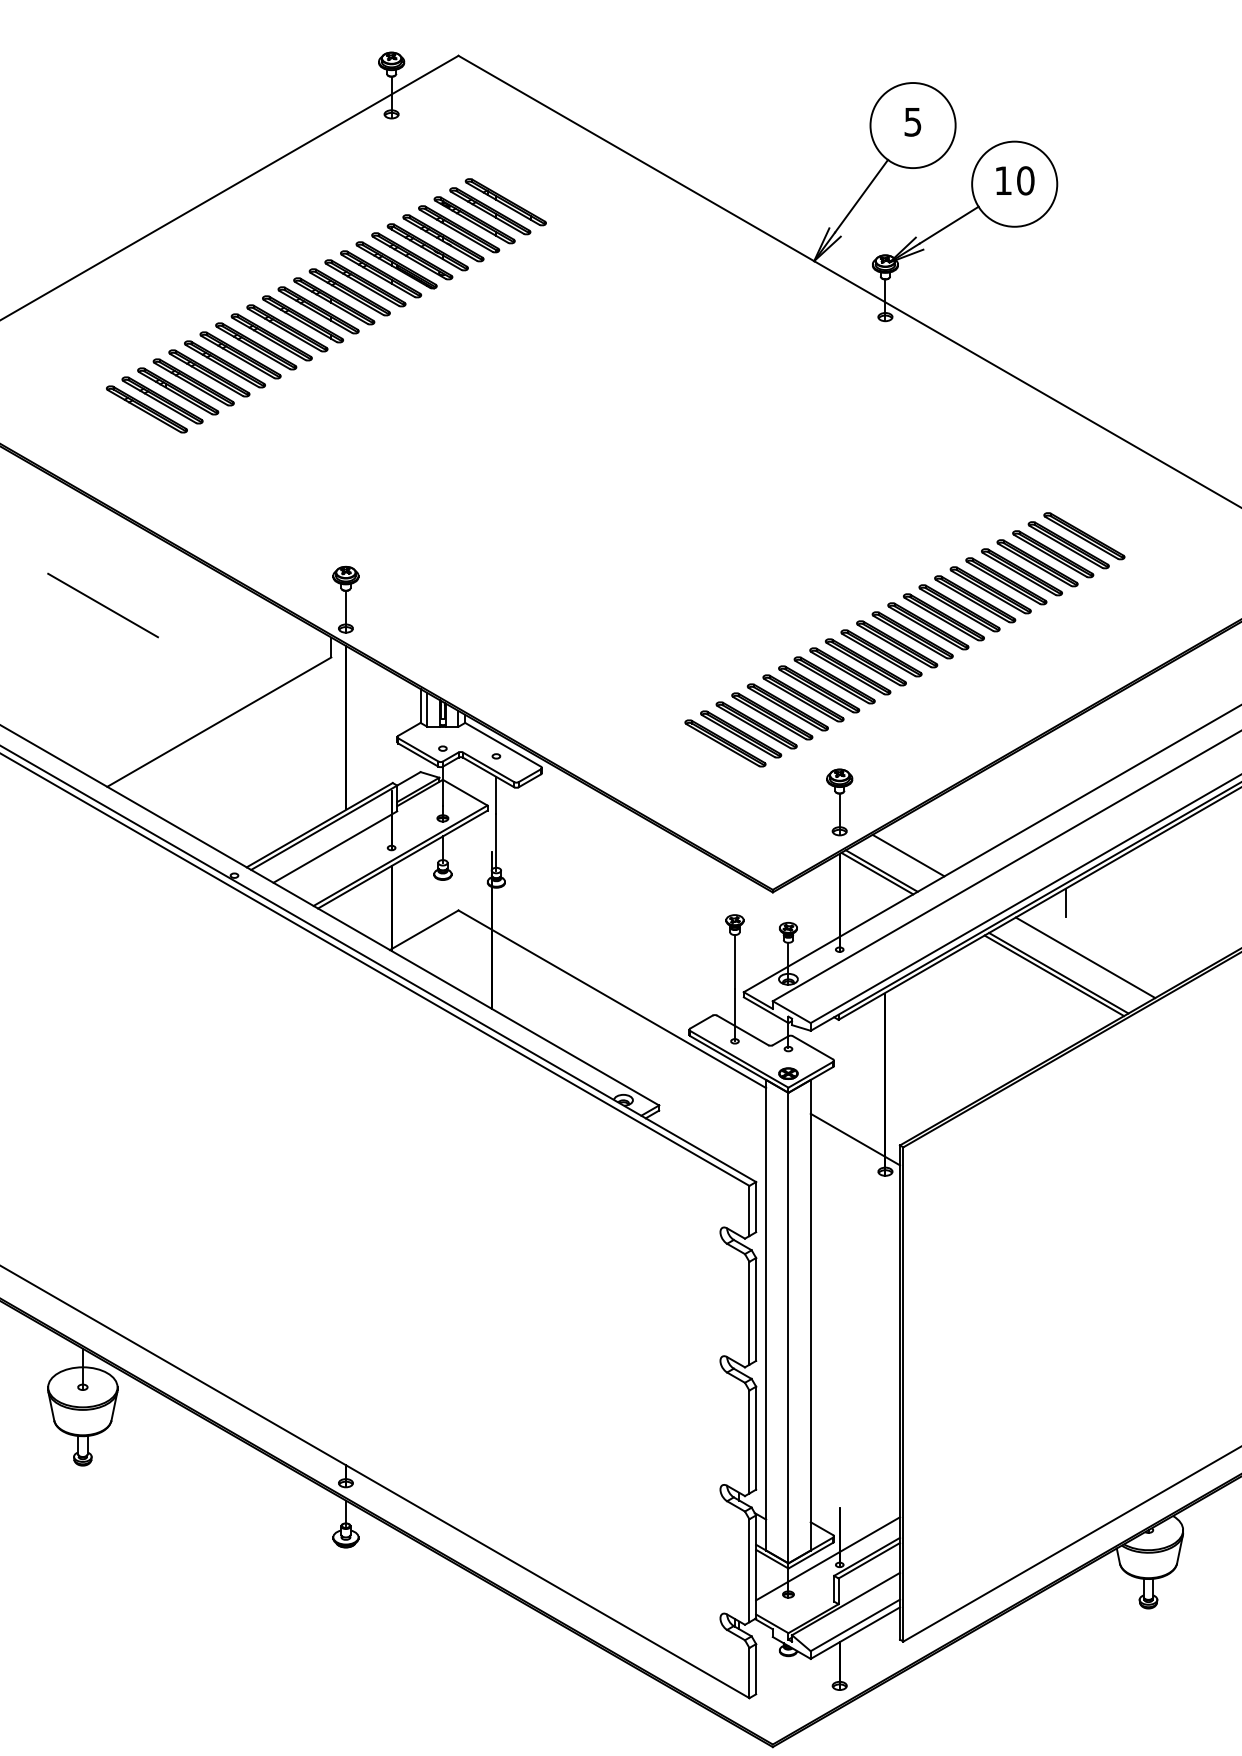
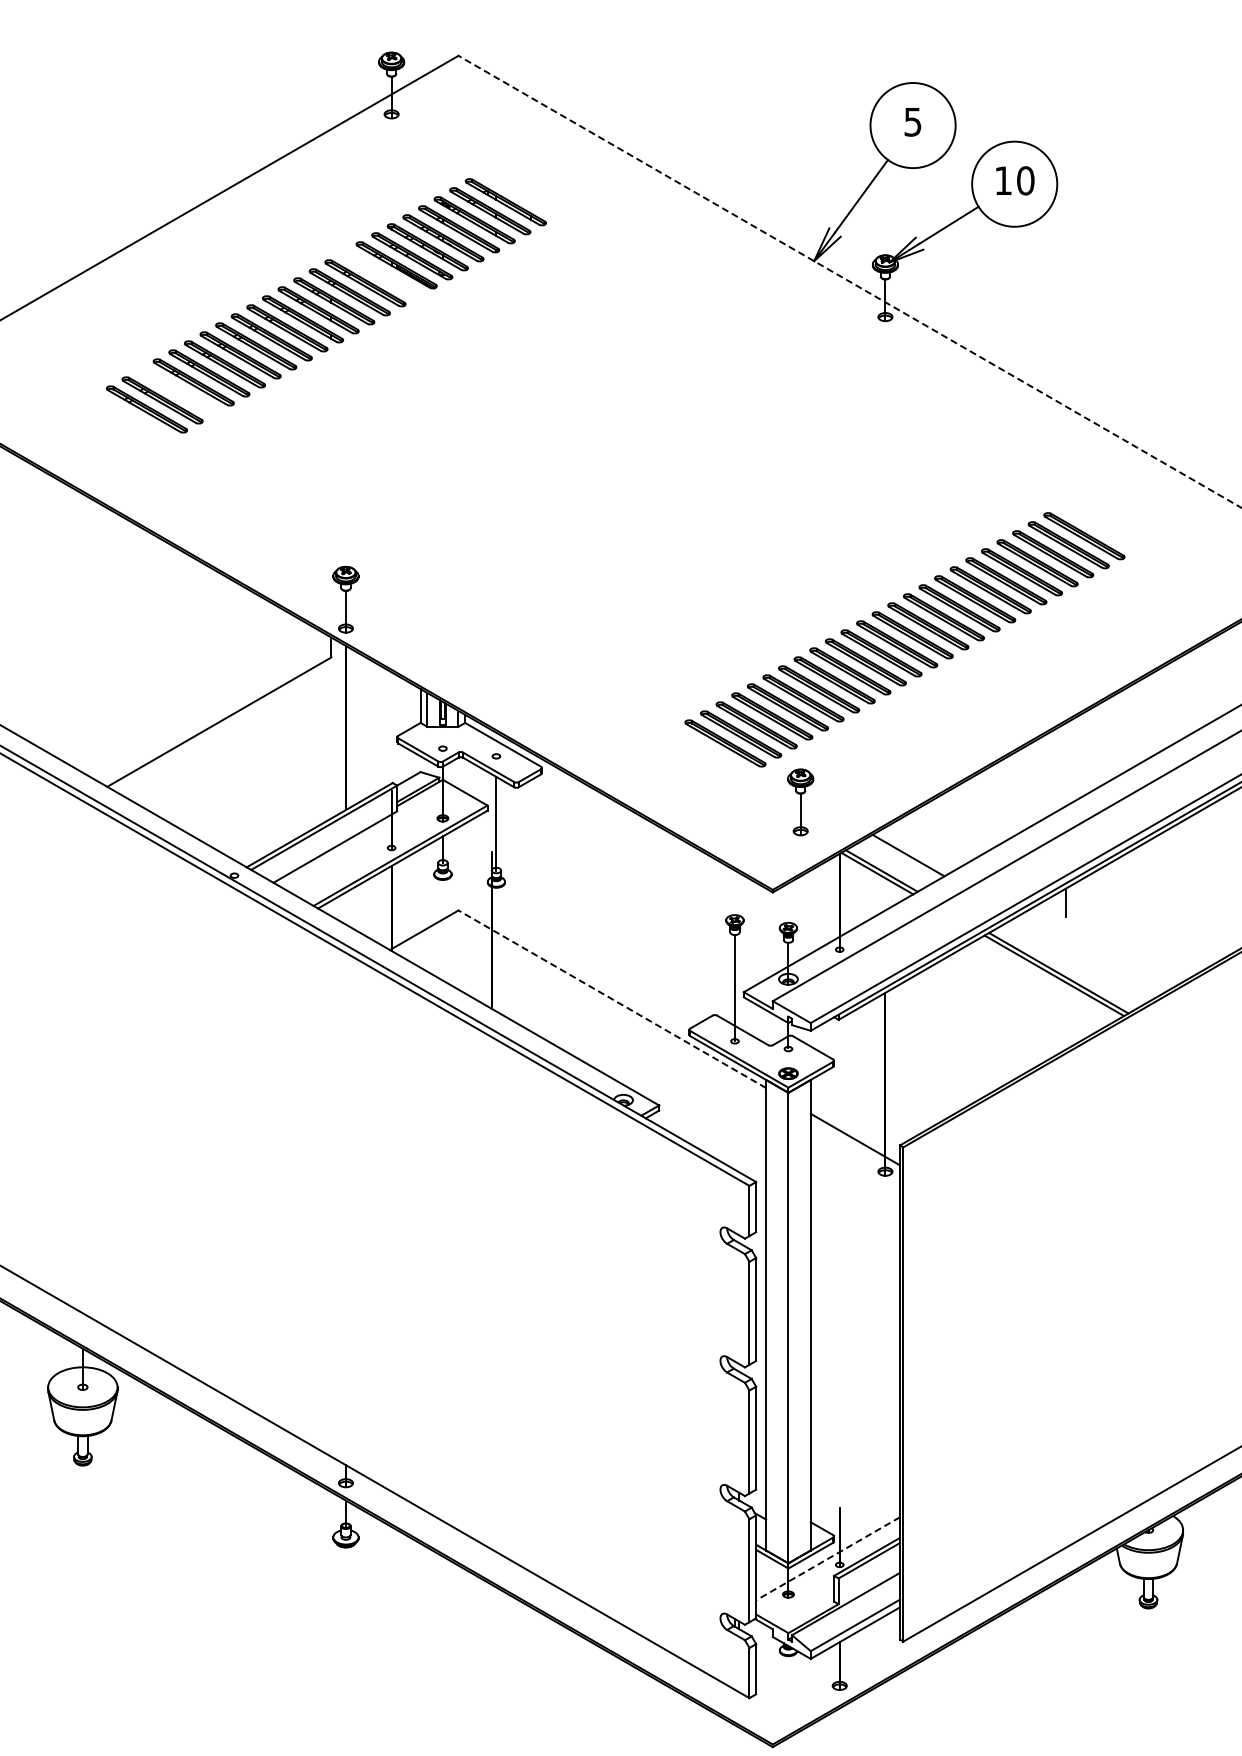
part at (381, 274): present -> none
line at (849, 281): solid -> dashed
part at (178, 391): present -> none
line at (103, 605): present -> none
part at (839, 802) position: (839, 802) -> (800, 802)
line at (1085, 957): present -> none
line at (612, 999): solid -> dashed
line at (827, 1559): solid -> dashed
